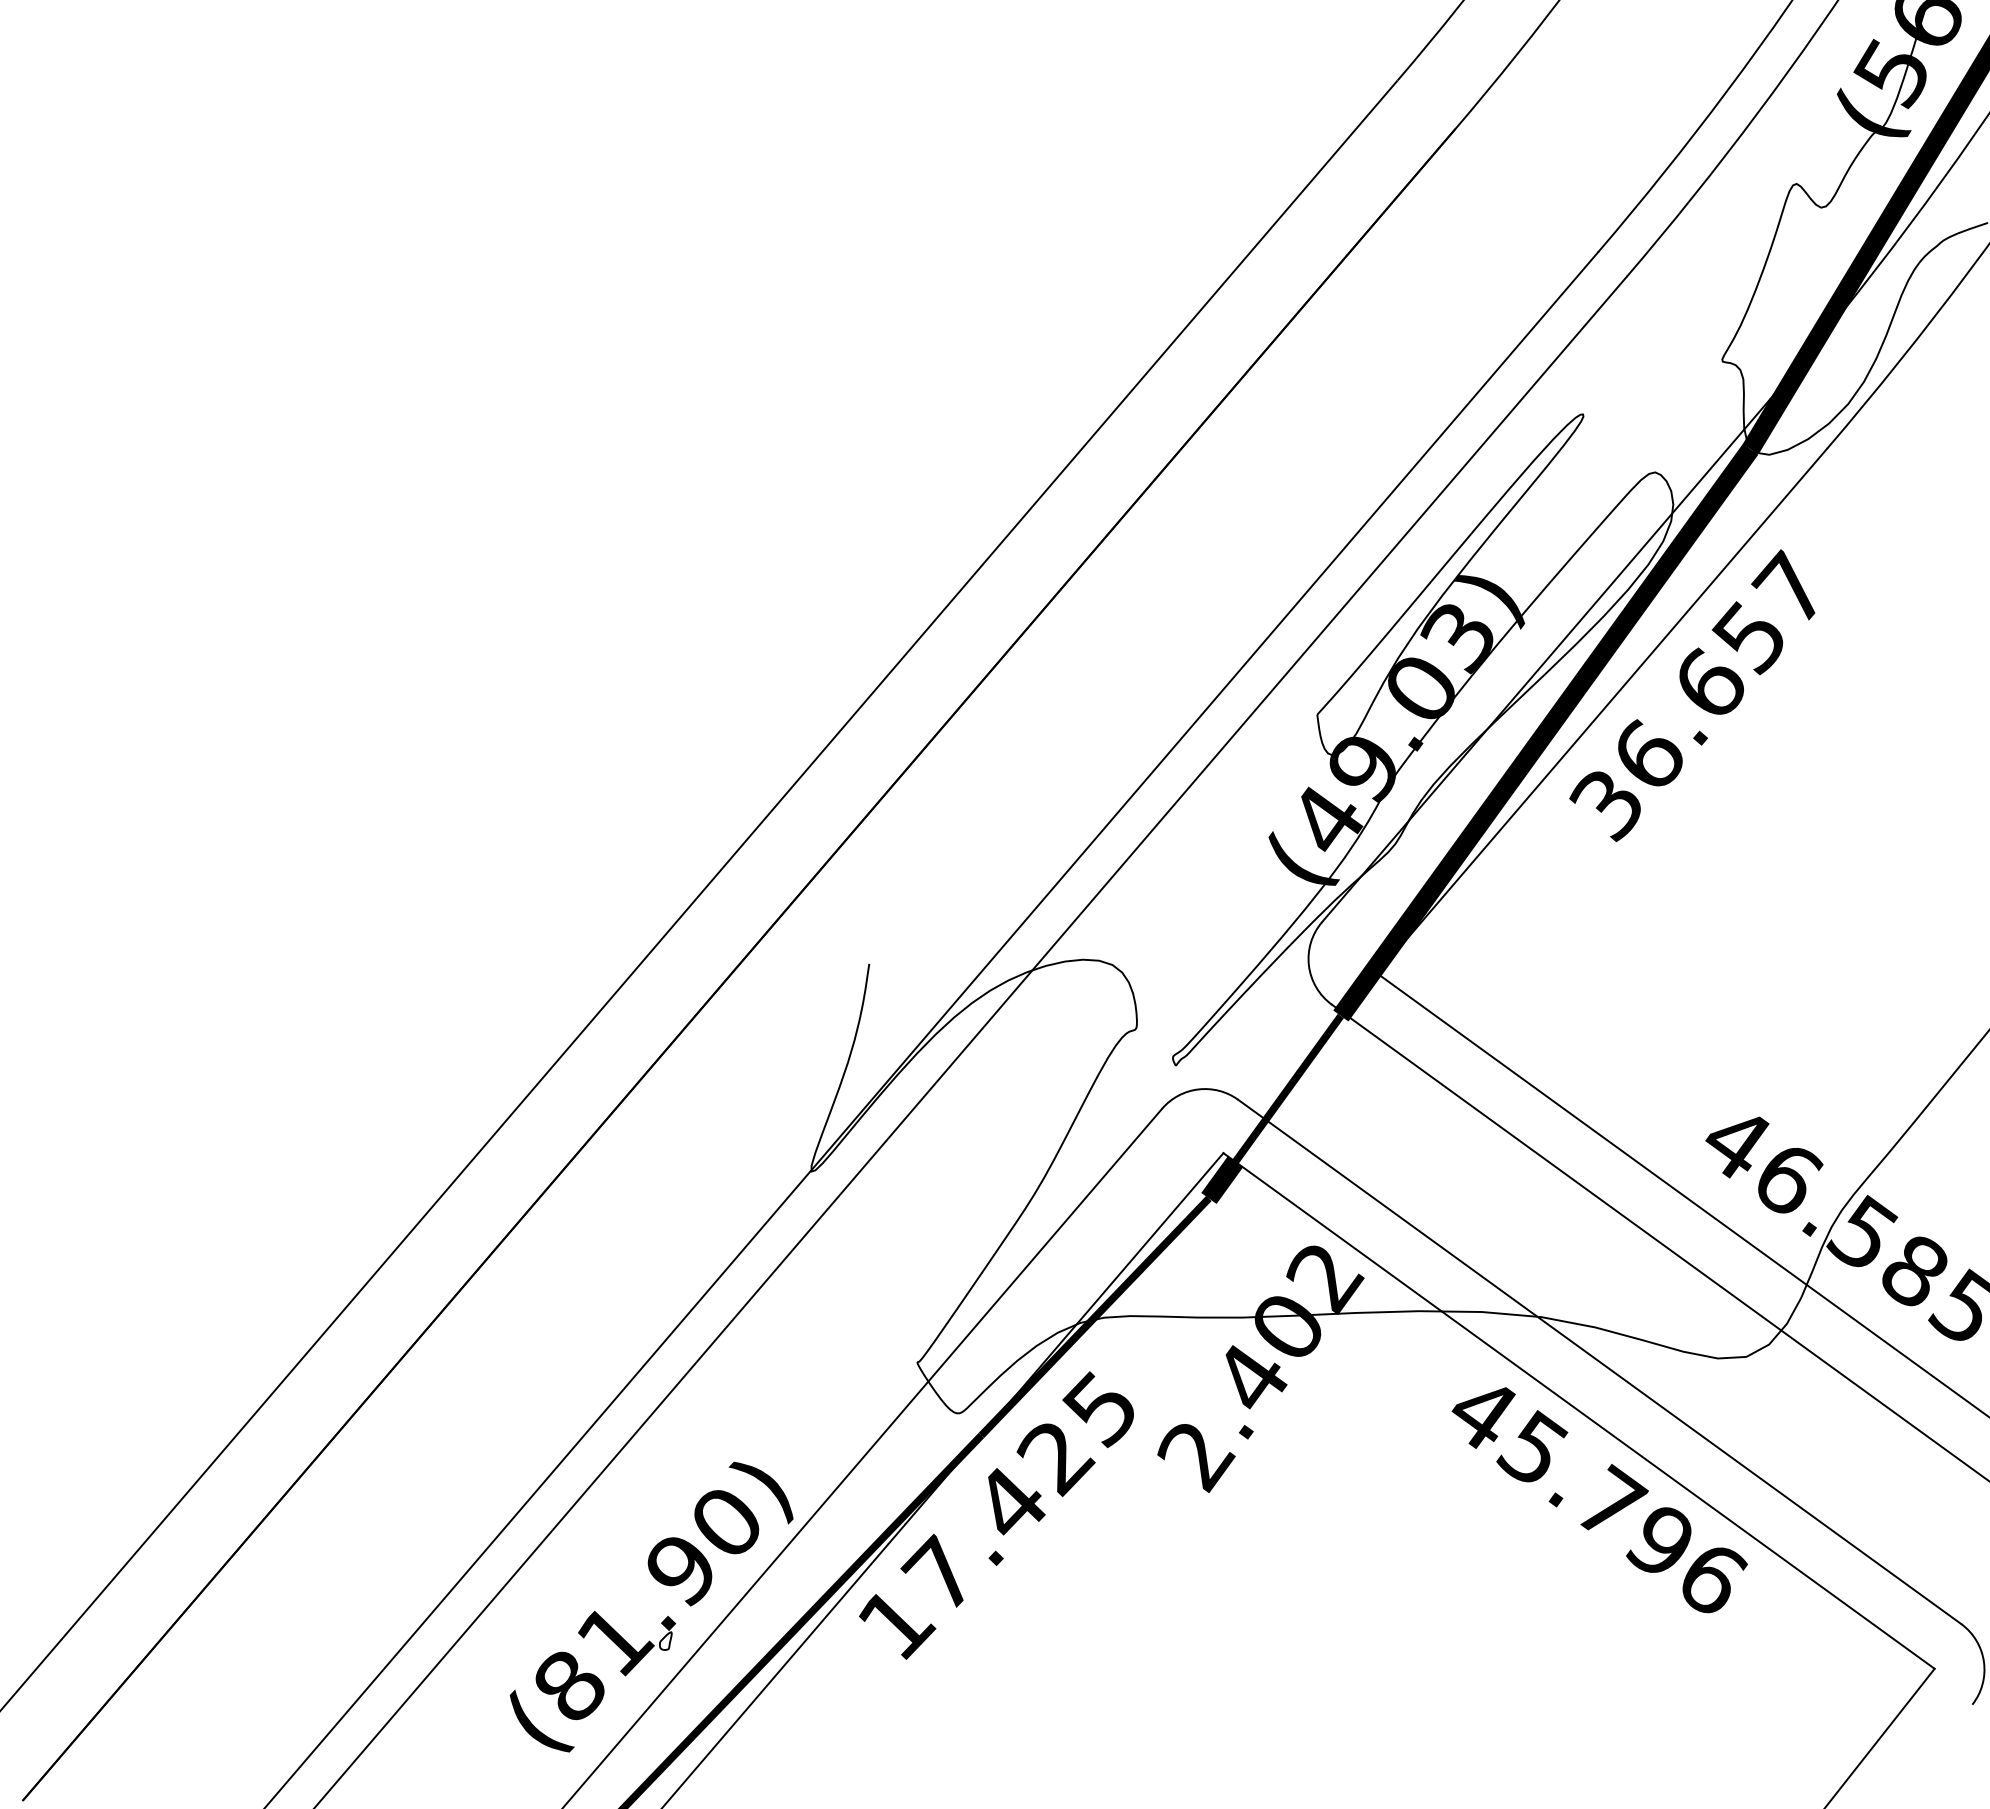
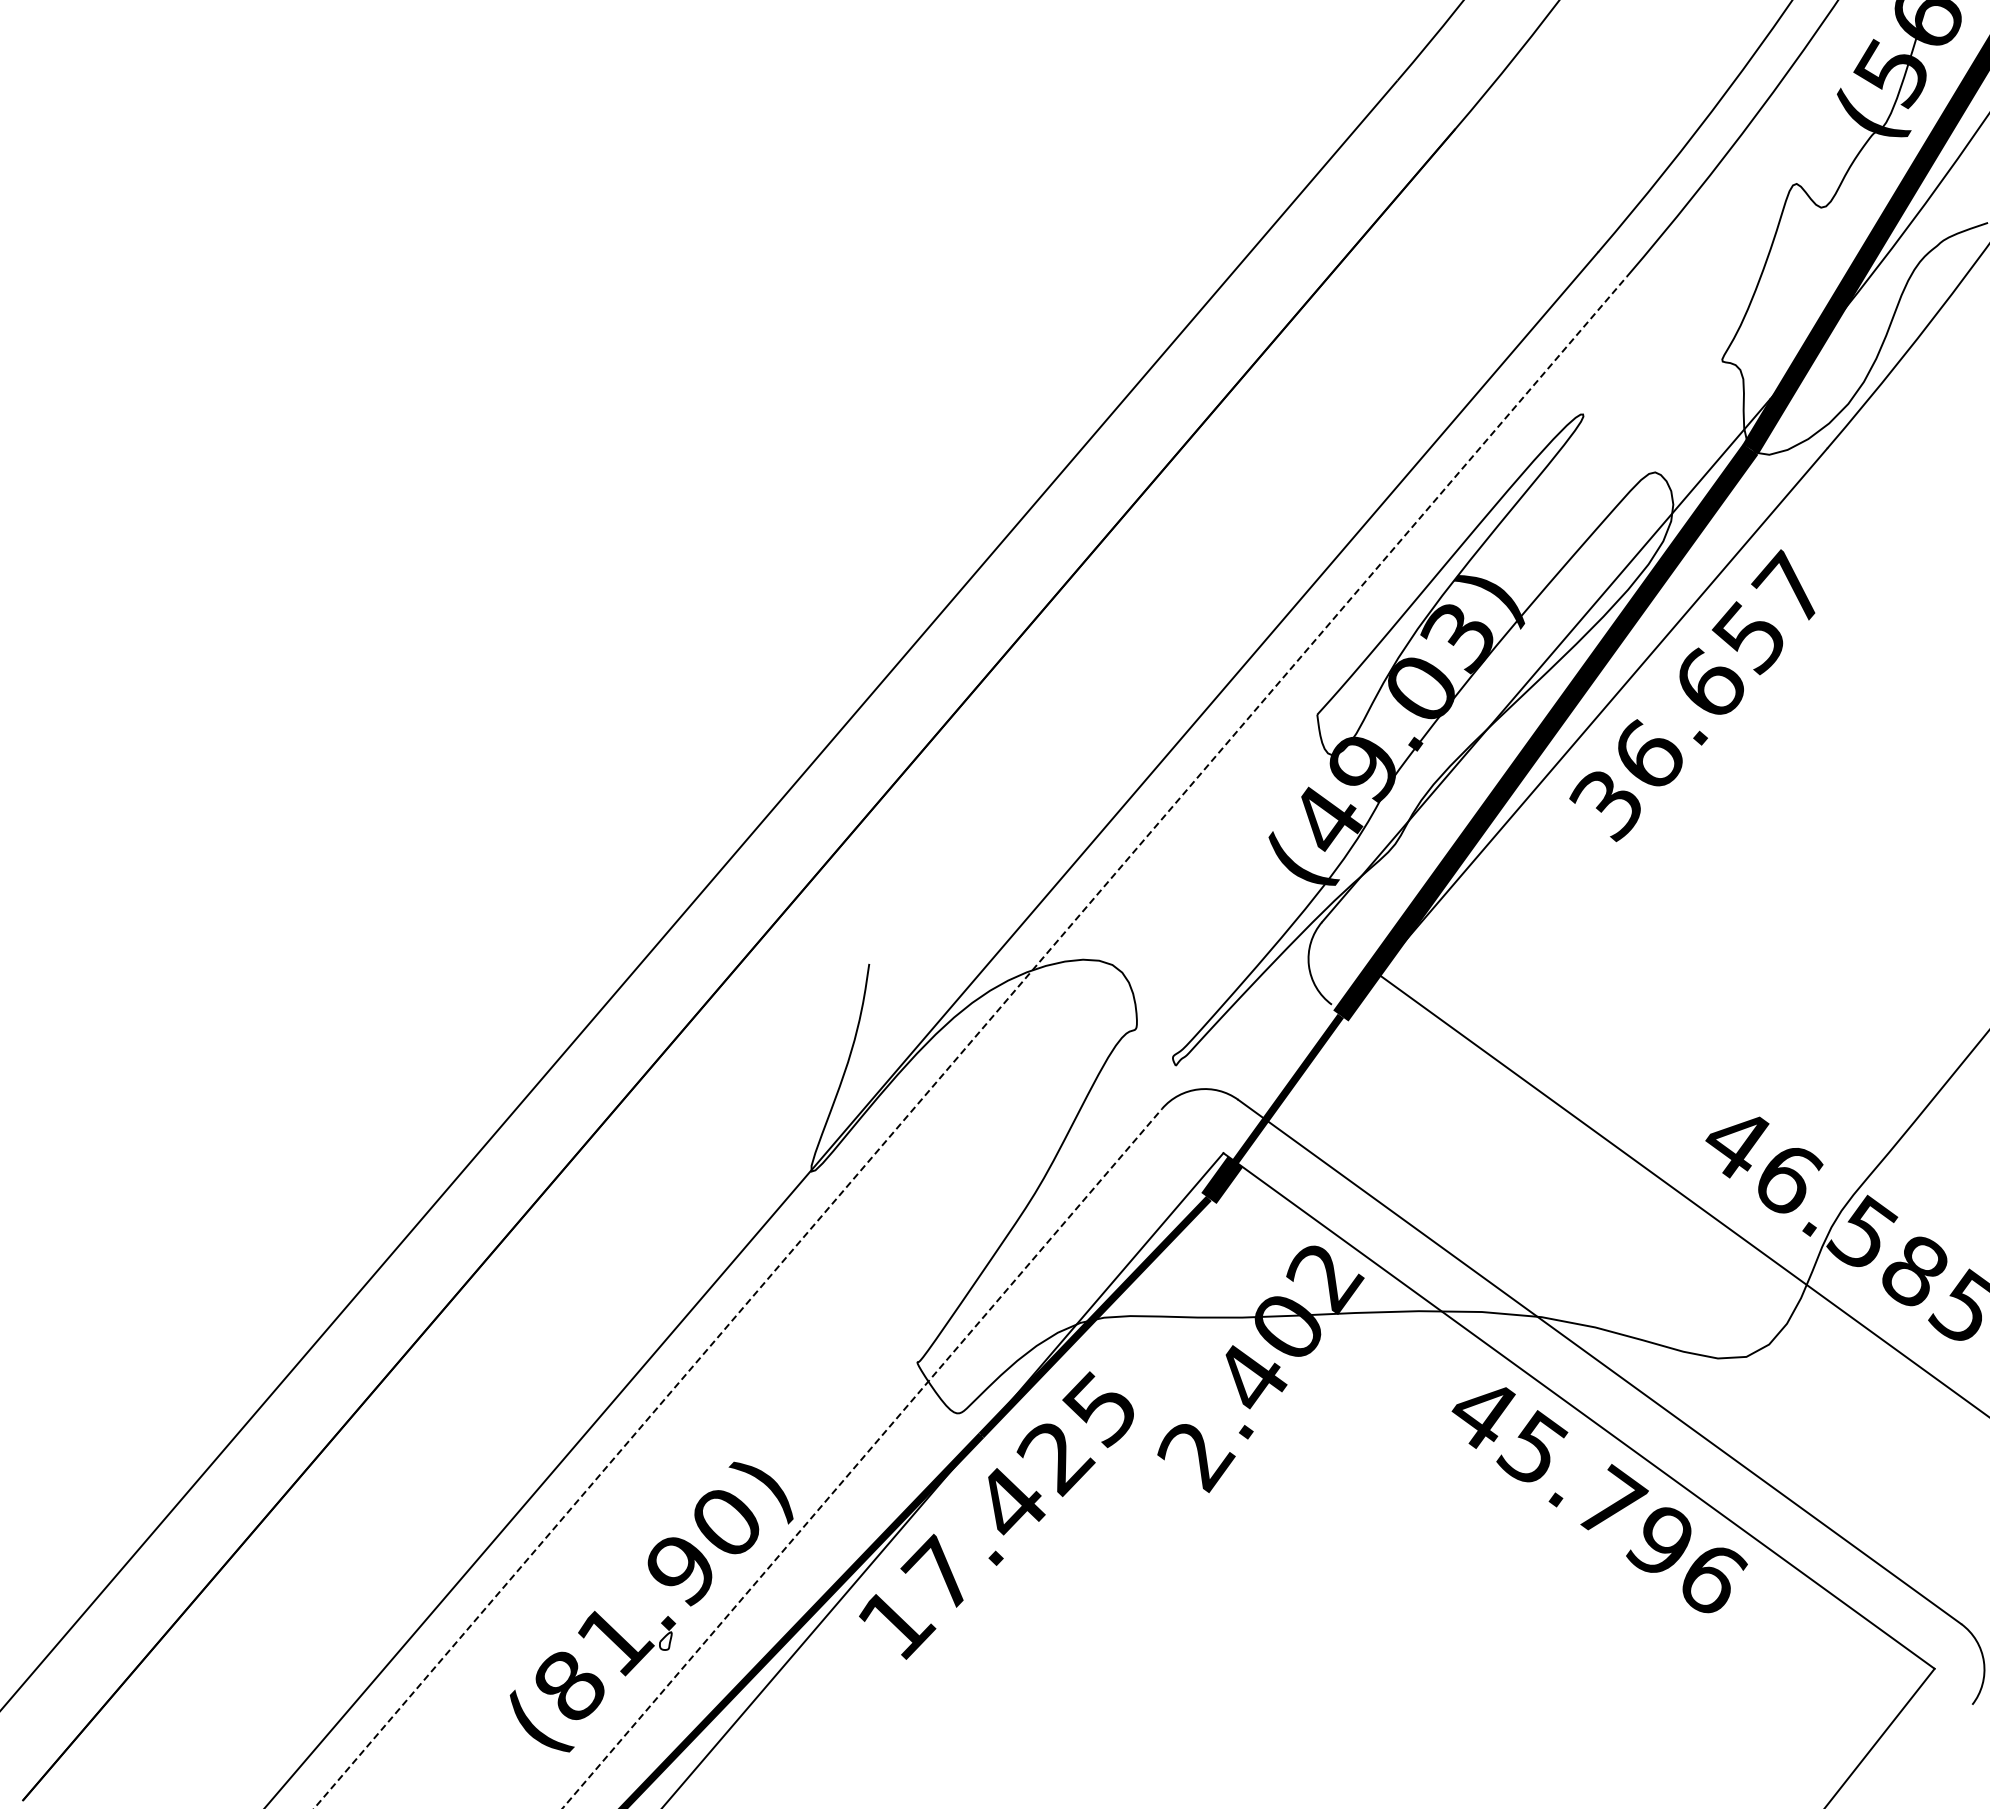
line at (970, 1042): solid -> dashed
line at (1658, 1241): present -> none
line at (862, 1458): solid -> dashed
